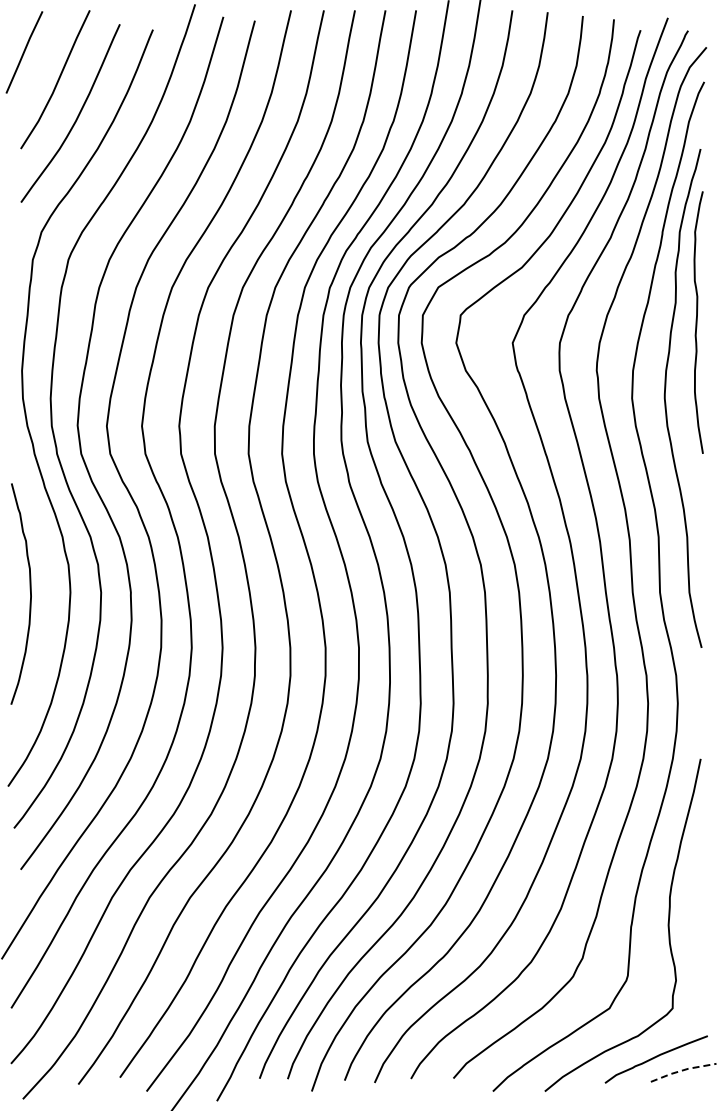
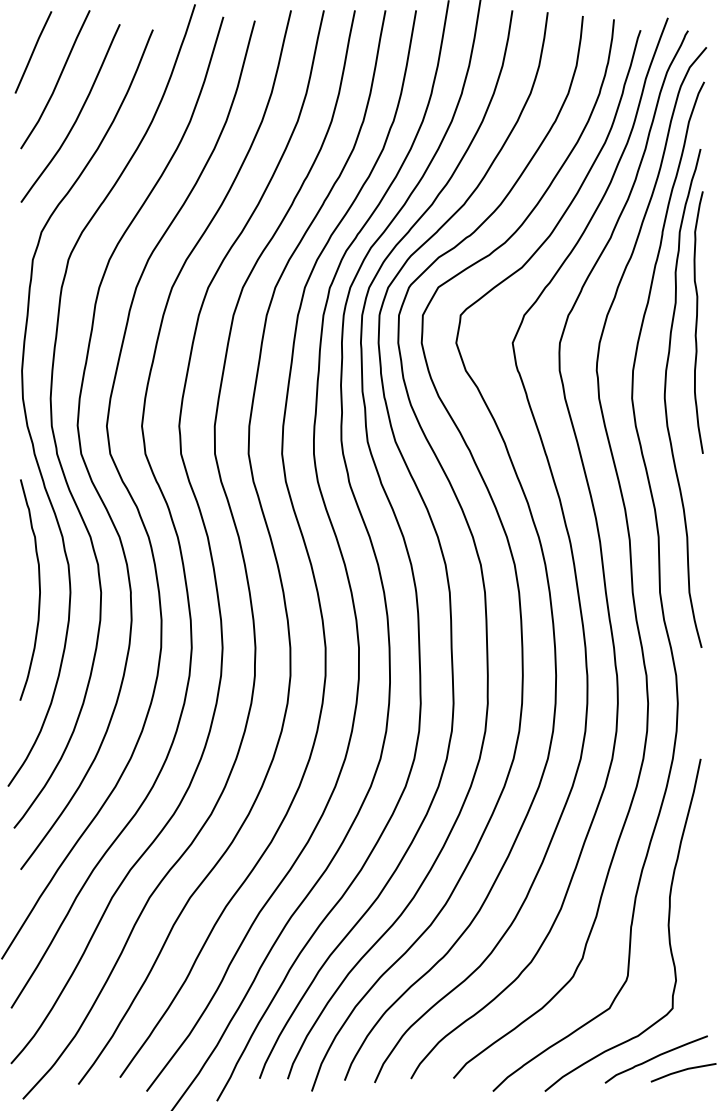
line at (24, 52) position: (24, 52) -> (33, 52)
curve at (29, 589) position: (29, 589) -> (38, 585)
line at (682, 1070): dashed -> solid
